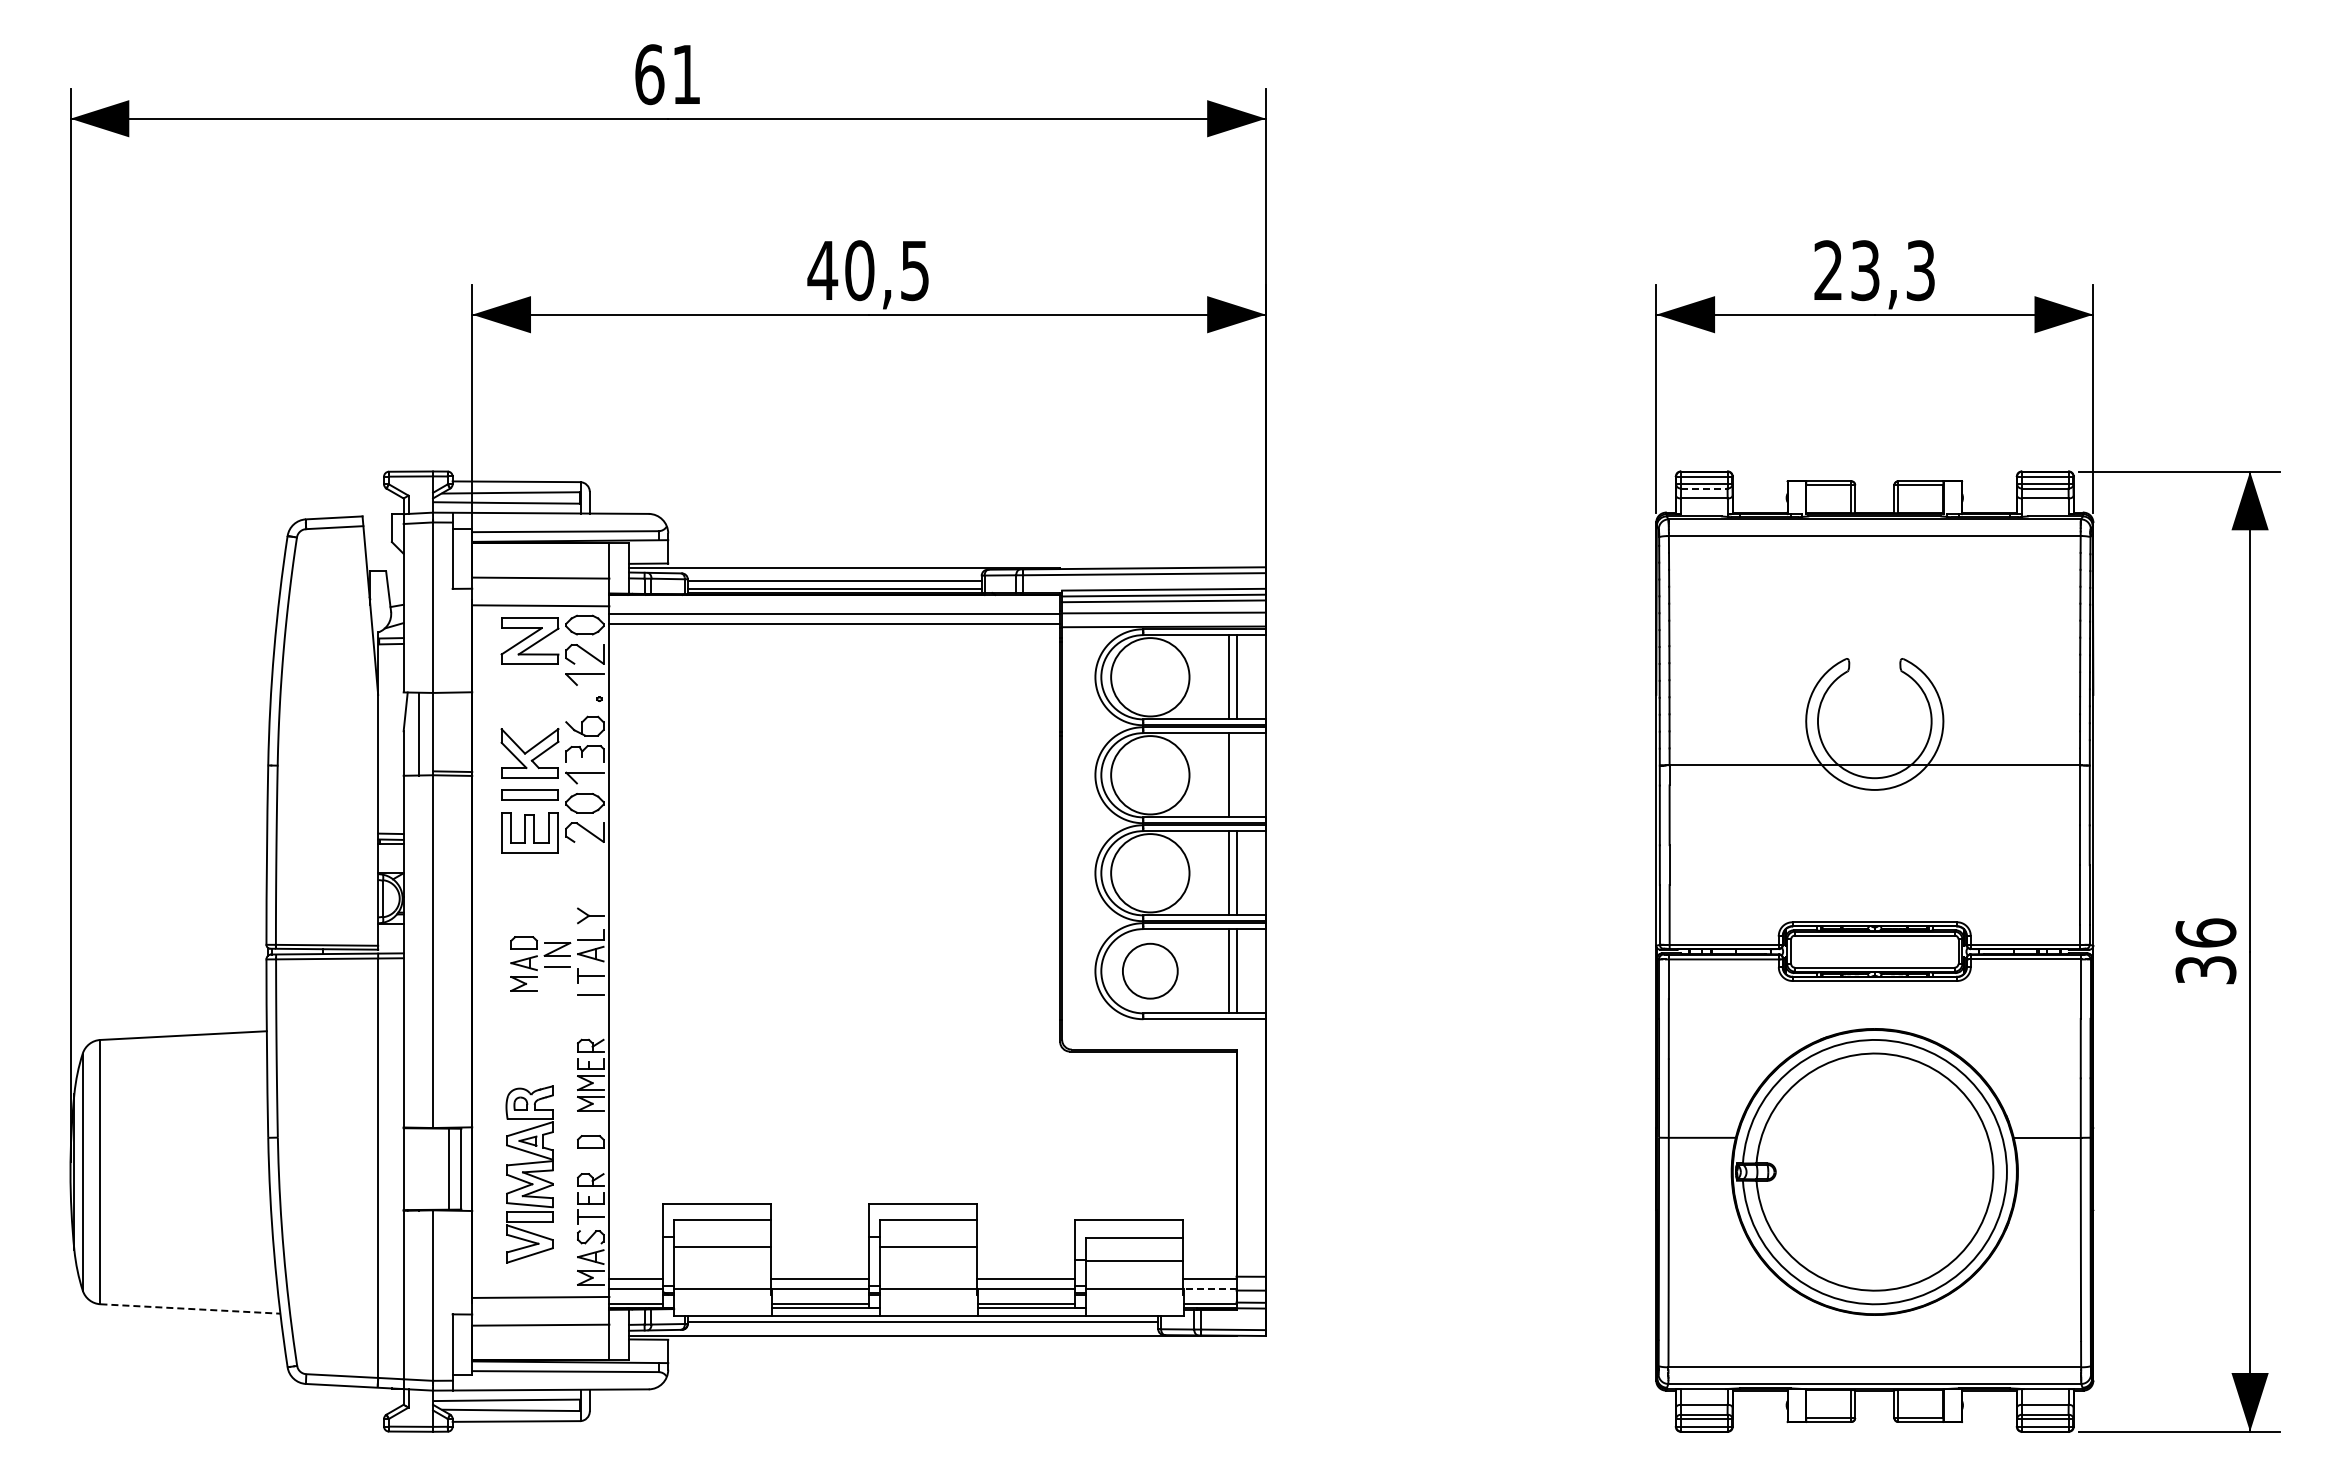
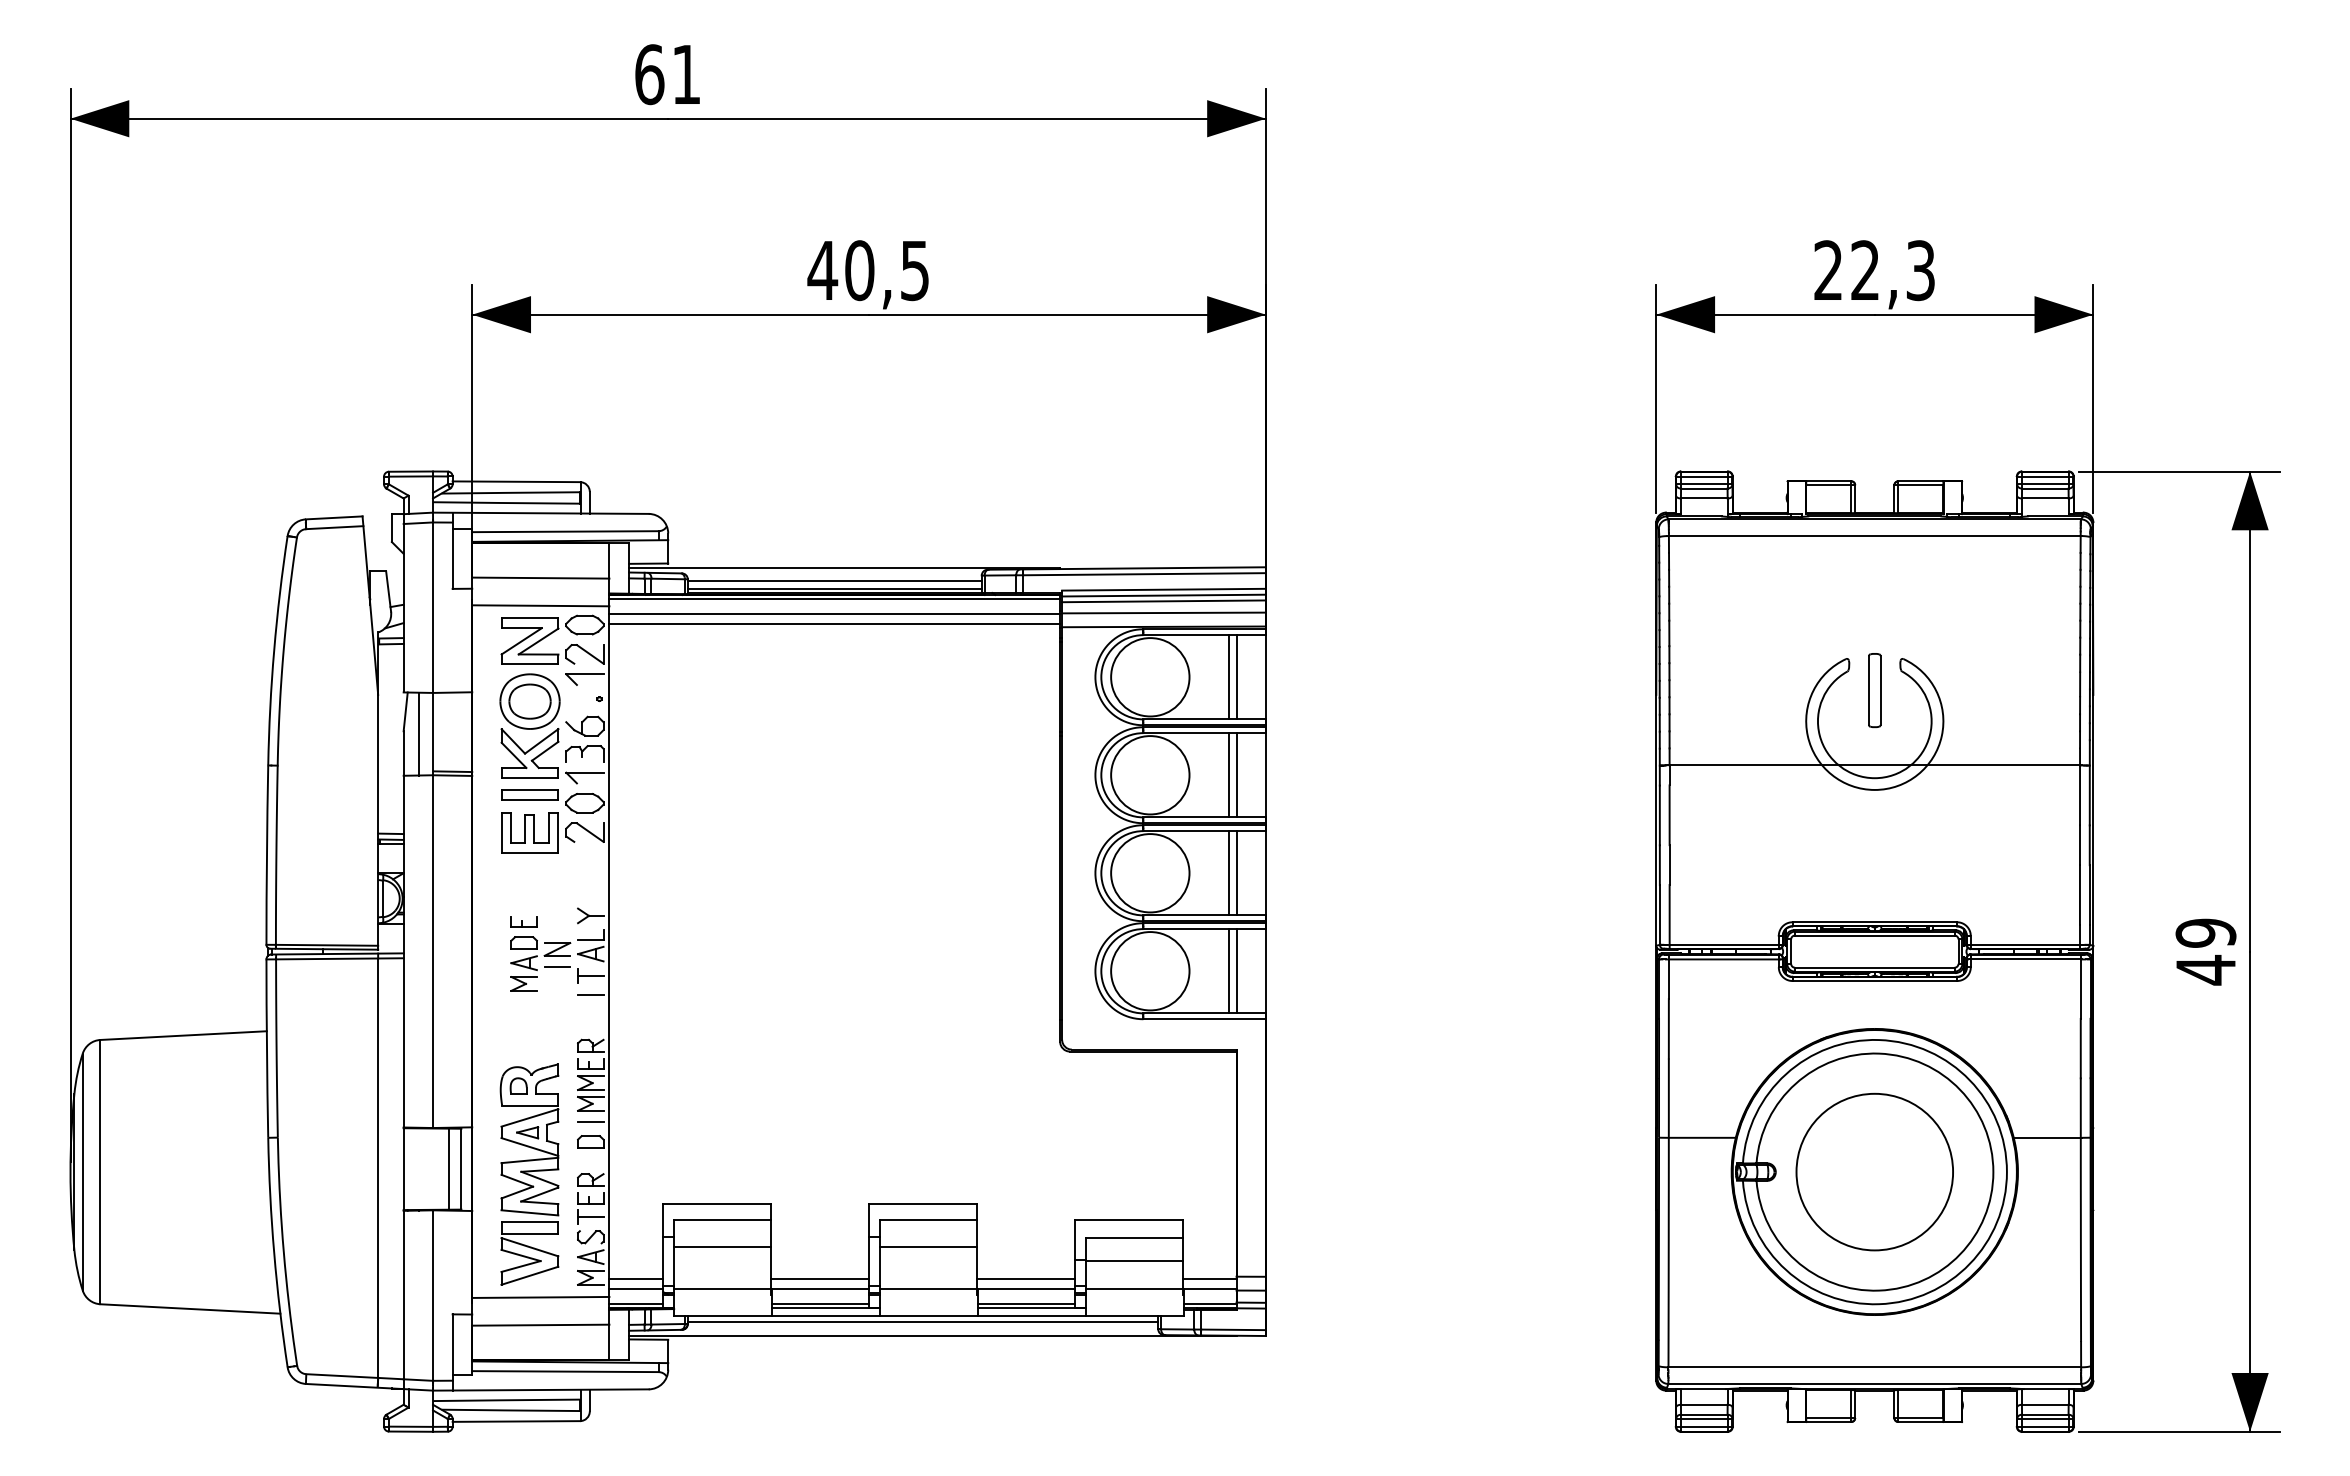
text at (1865, 270): 23,3 -> 22,3
line at (1704, 488): dashed -> solid
line at (834, 599): none -> present
part at (1874, 690): none -> present
part at (529, 701): none -> present
line at (1236, 775): none -> present
part at (523, 921): none -> present
text at (2205, 951): 36 -> 49
circle at (1149, 970) diameter: 55 px -> 78 px
line at (590, 1121): none -> present
circle at (1874, 1171): none -> present
part at (529, 1174) size: 49x179 px -> 61x223 px
line at (1209, 1288): dashed -> solid
line at (190, 1309): dashed -> solid
